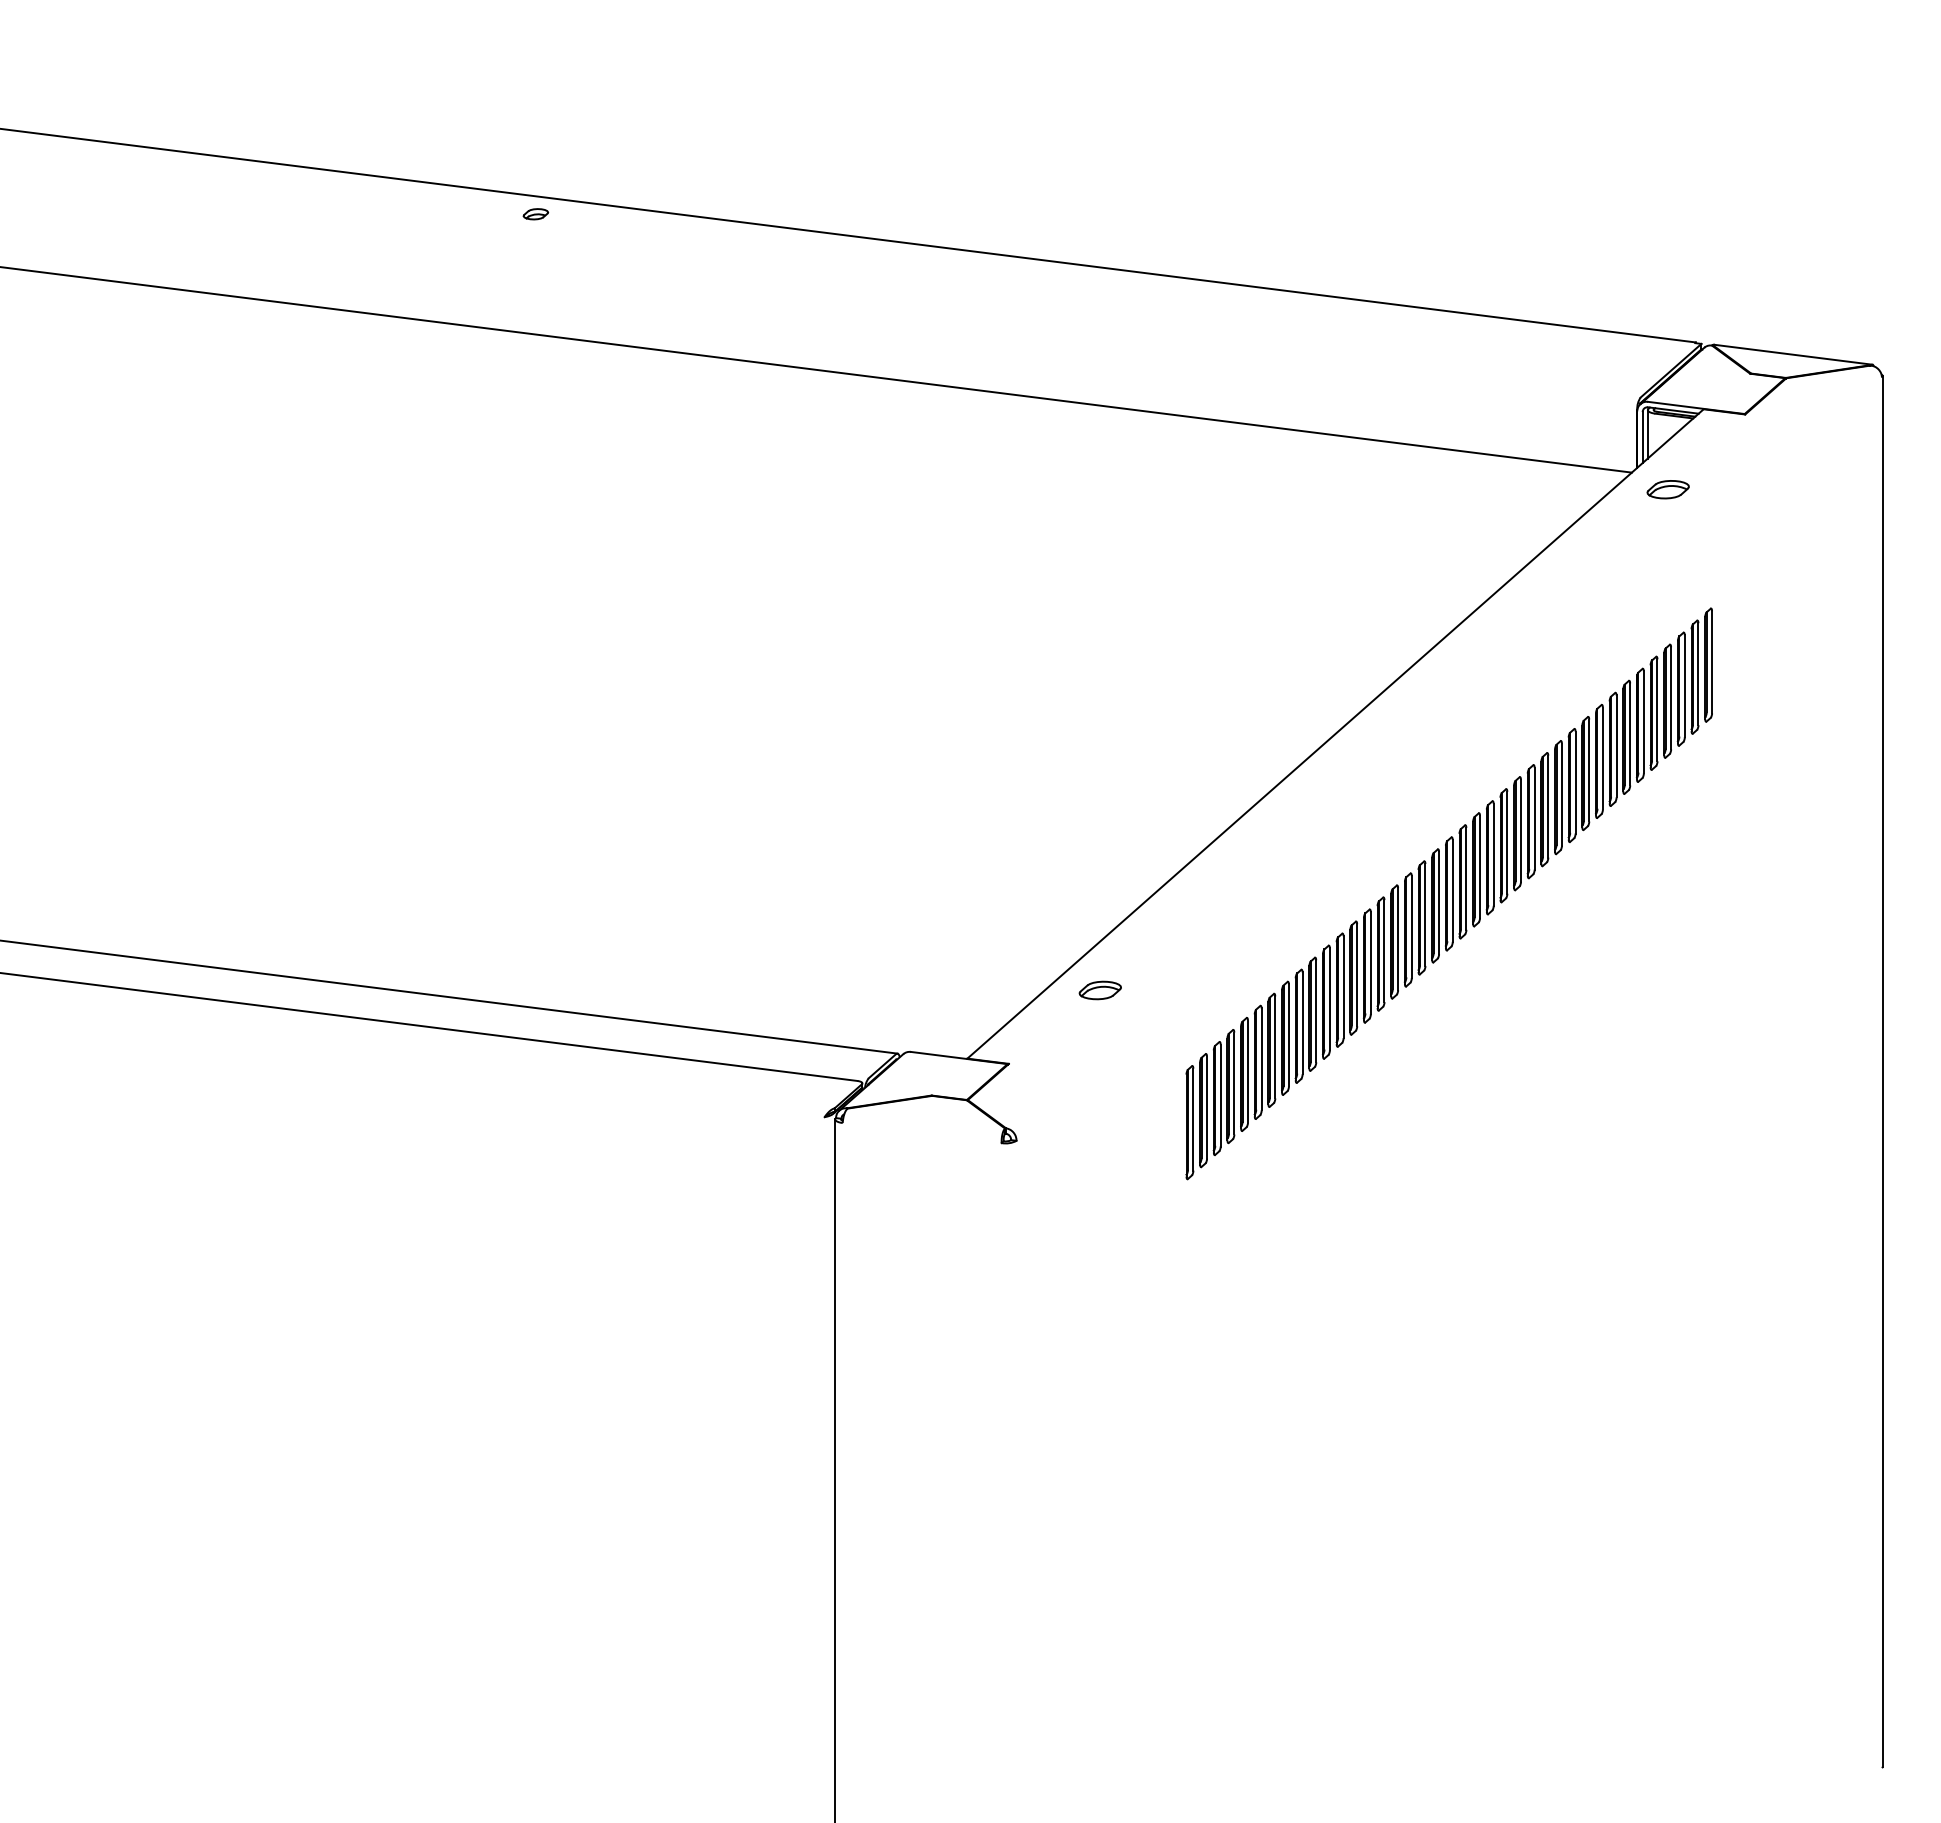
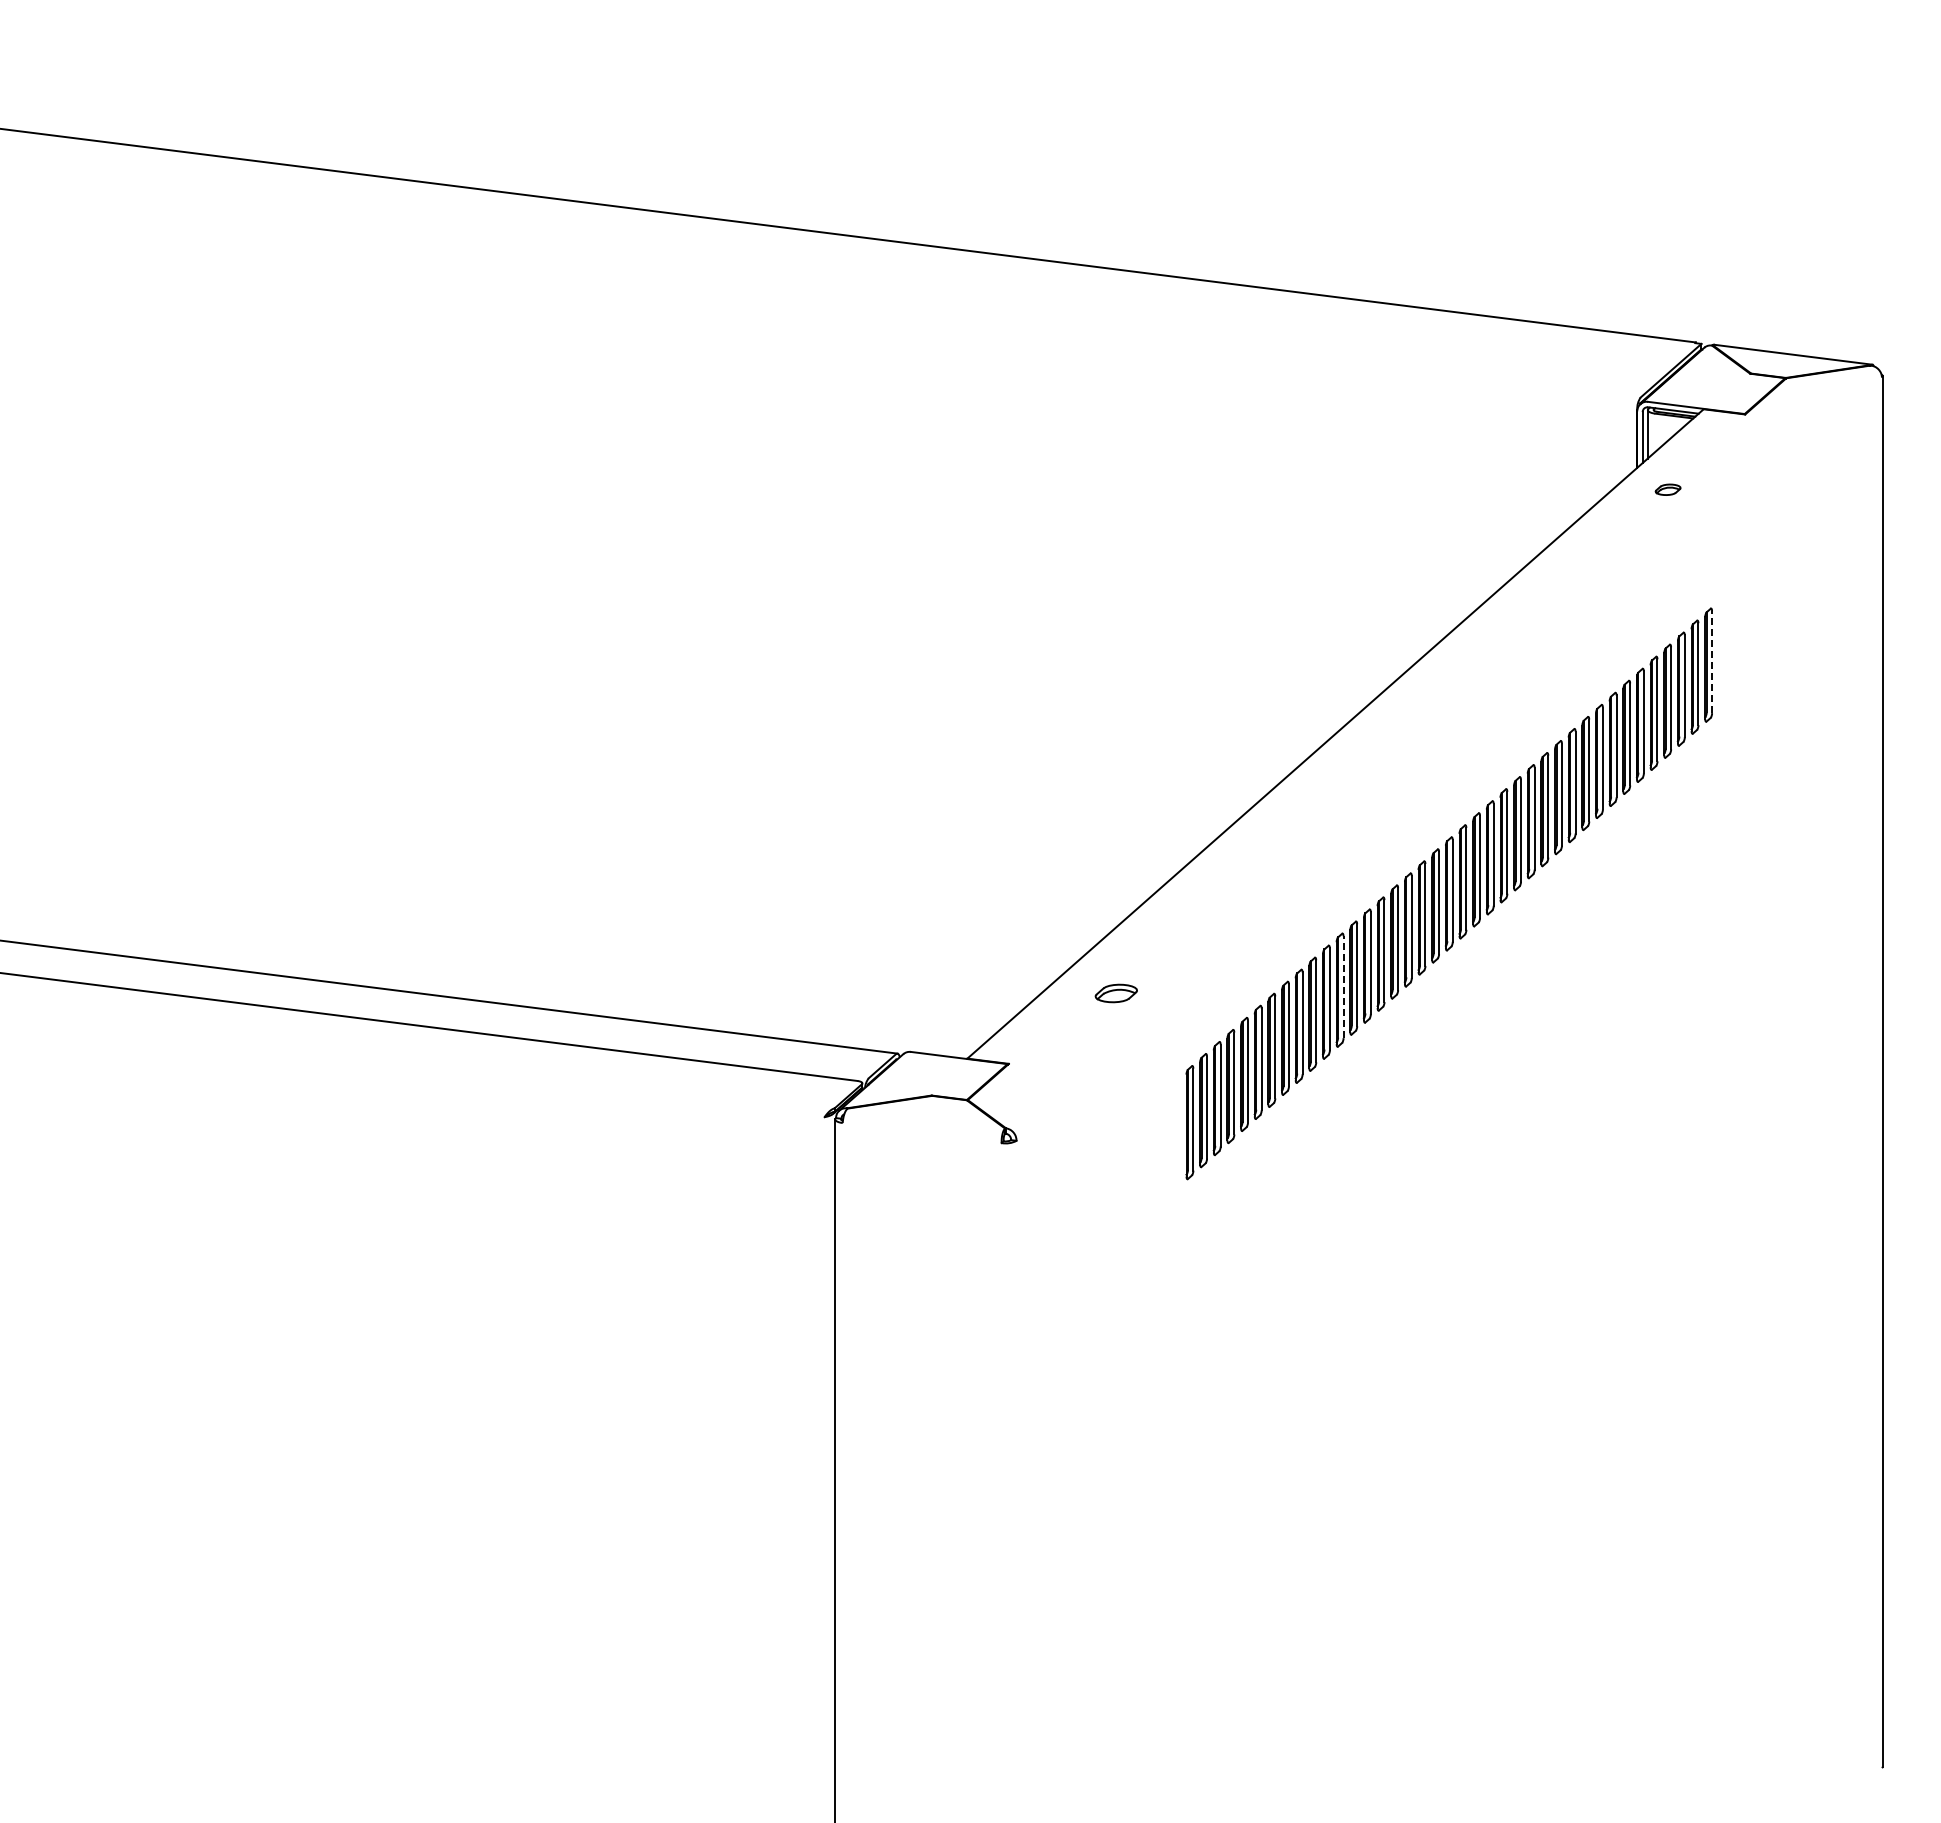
part at (535, 214): present -> none
line at (816, 369): present -> none
part at (1667, 489) size: 44x20 px -> 28x13 px
line at (1712, 662): solid -> dashed
line at (1343, 987): solid -> dashed
part at (1099, 990) position: (1099, 990) -> (1115, 993)
